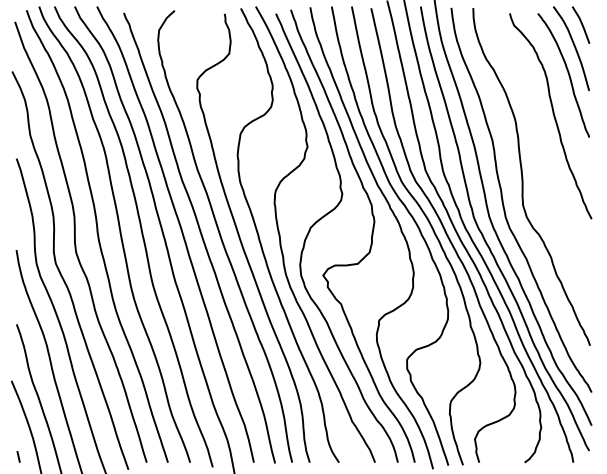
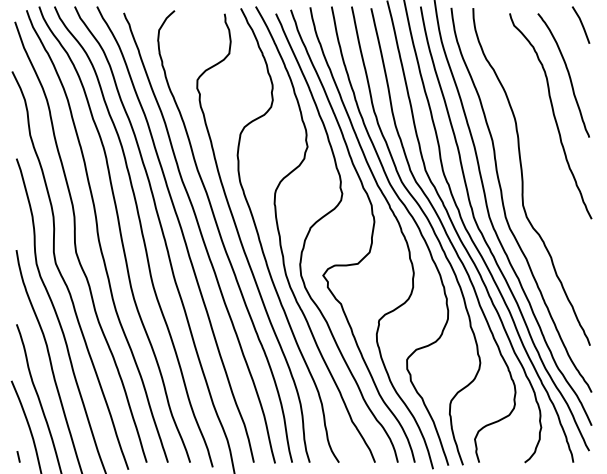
curve at (573, 46): present -> none
